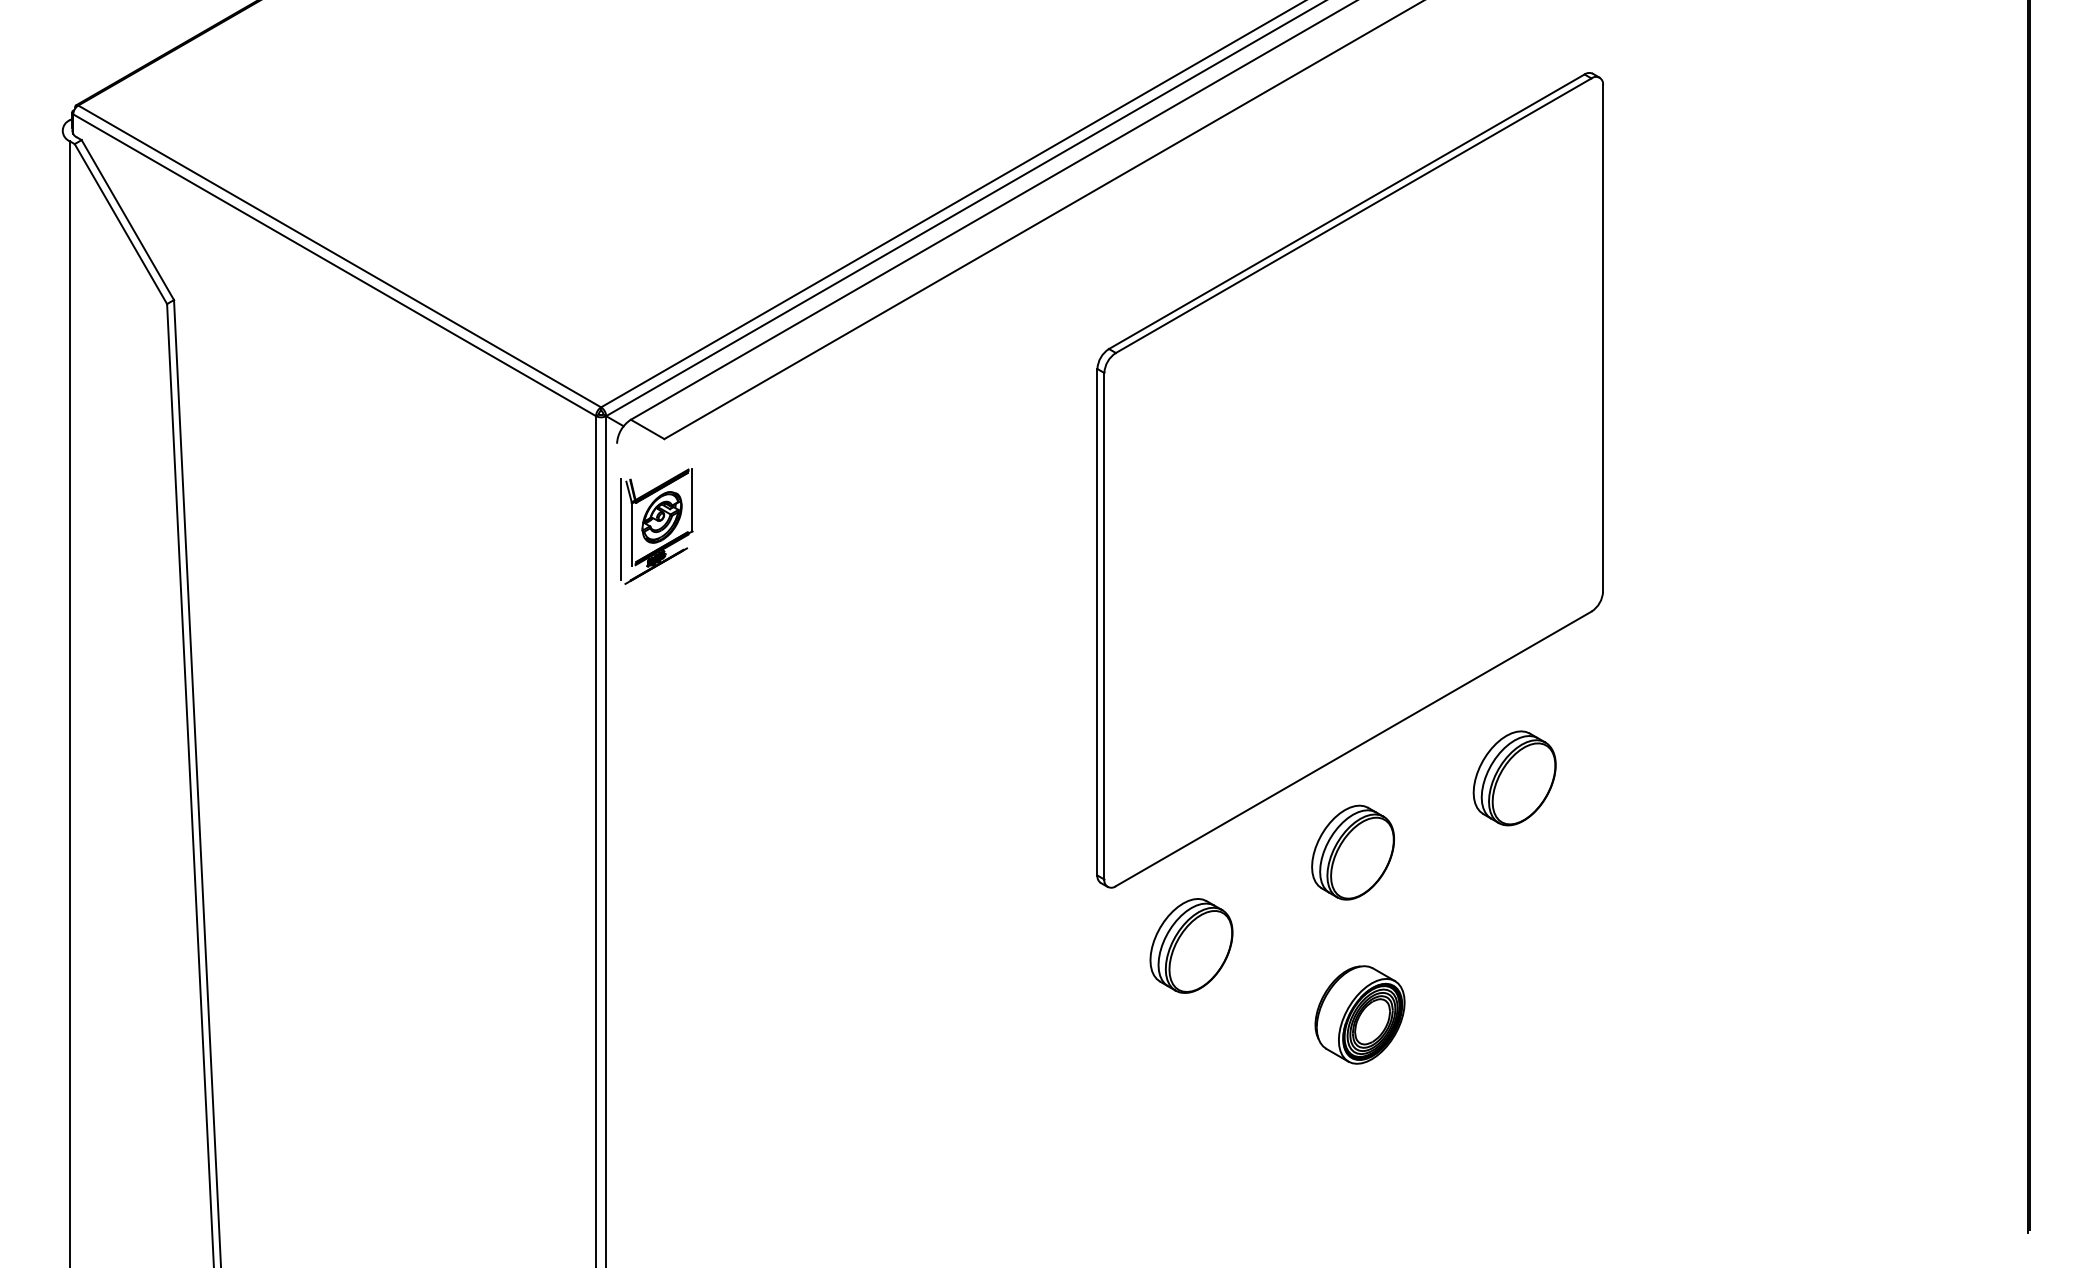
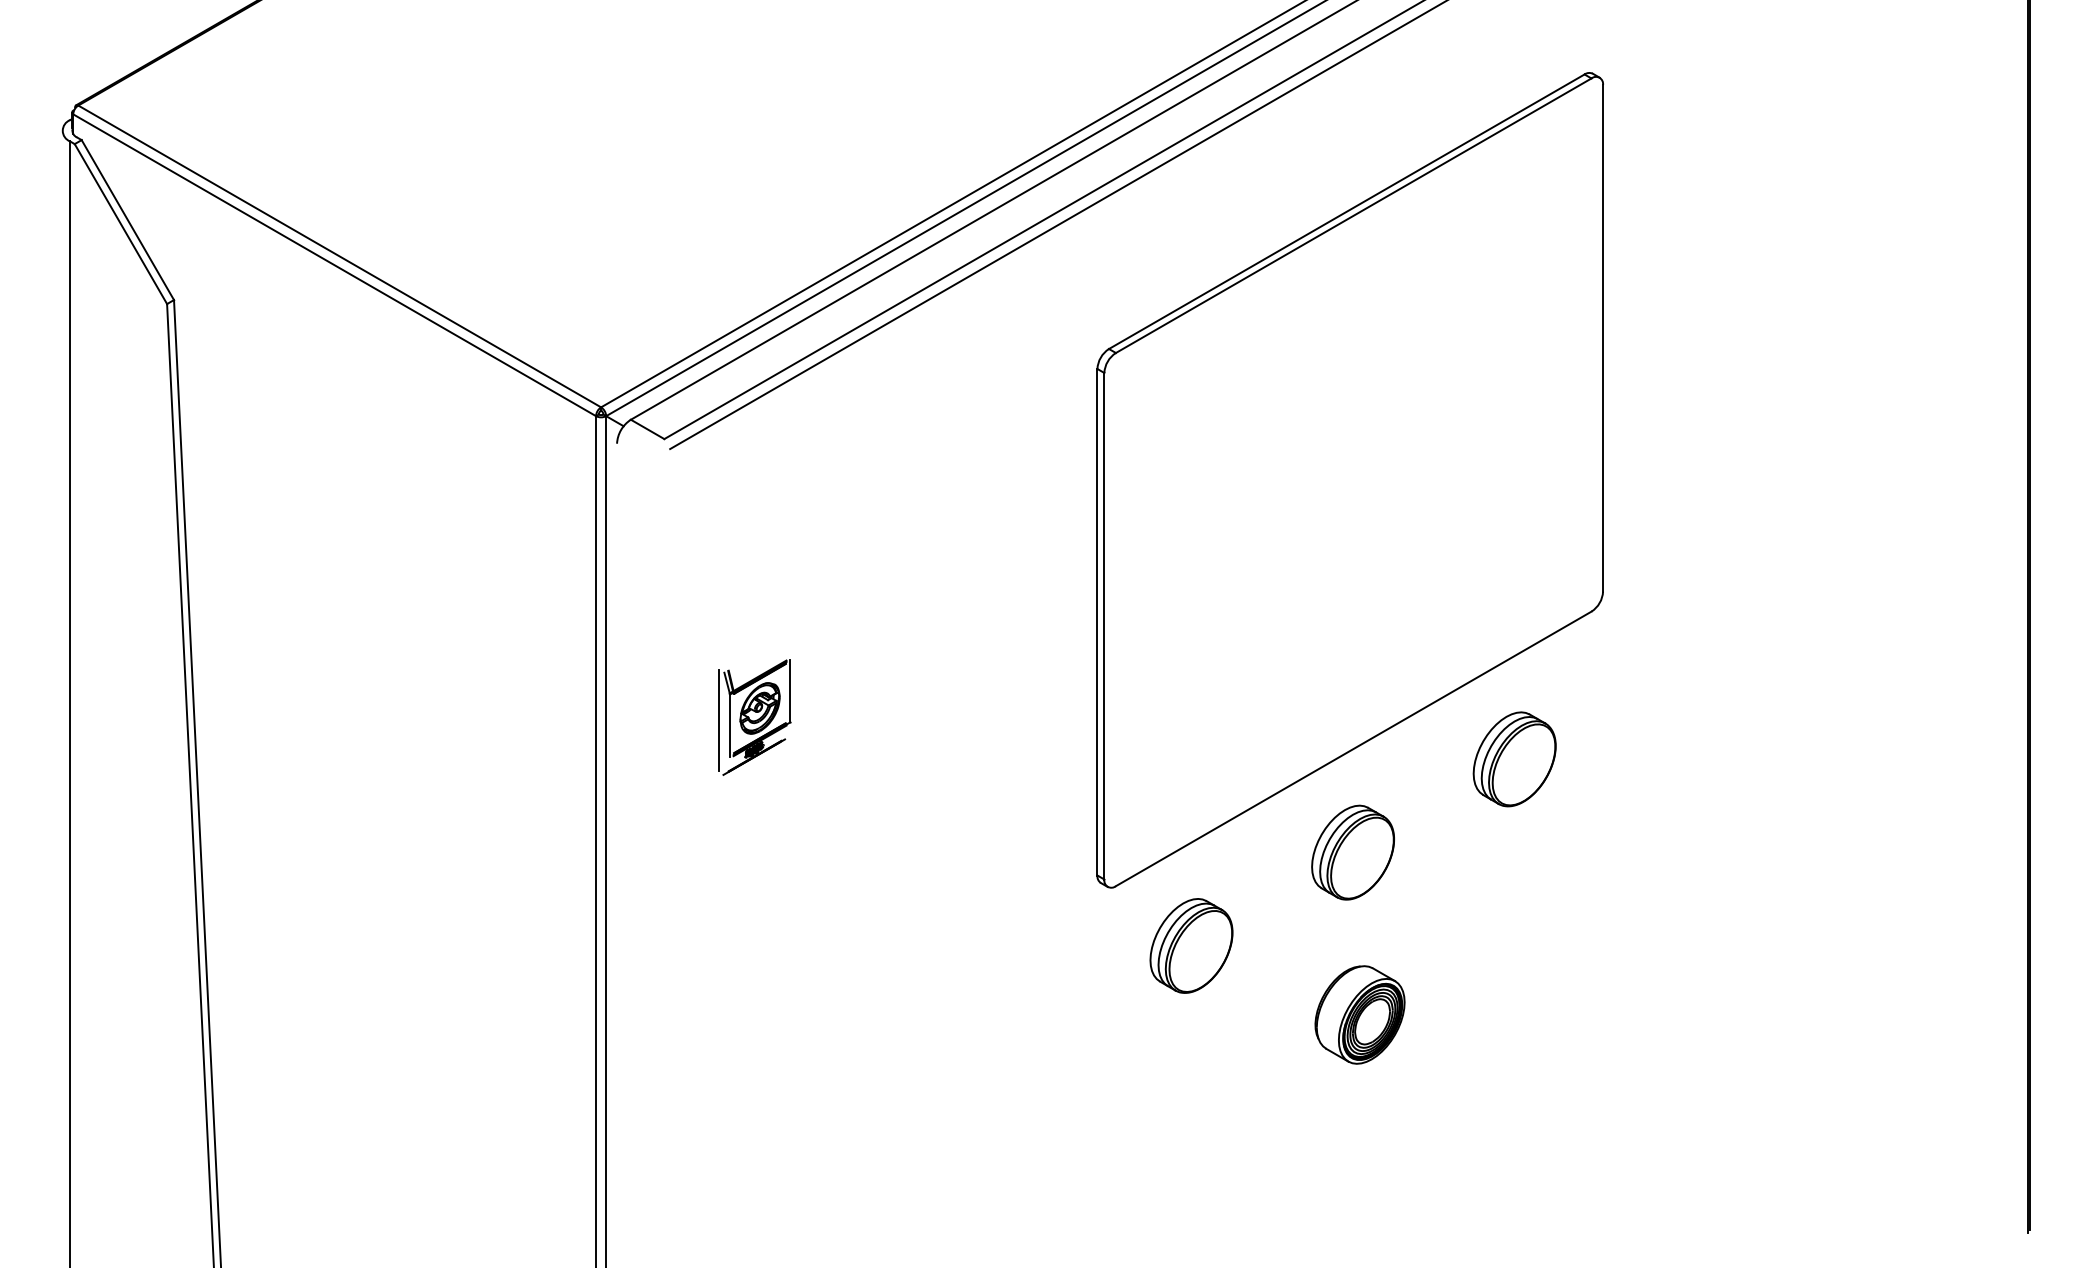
line at (1057, 225): none -> present
part at (656, 526) position: (656, 526) -> (754, 717)
part at (1514, 778) position: (1514, 778) -> (1514, 759)
